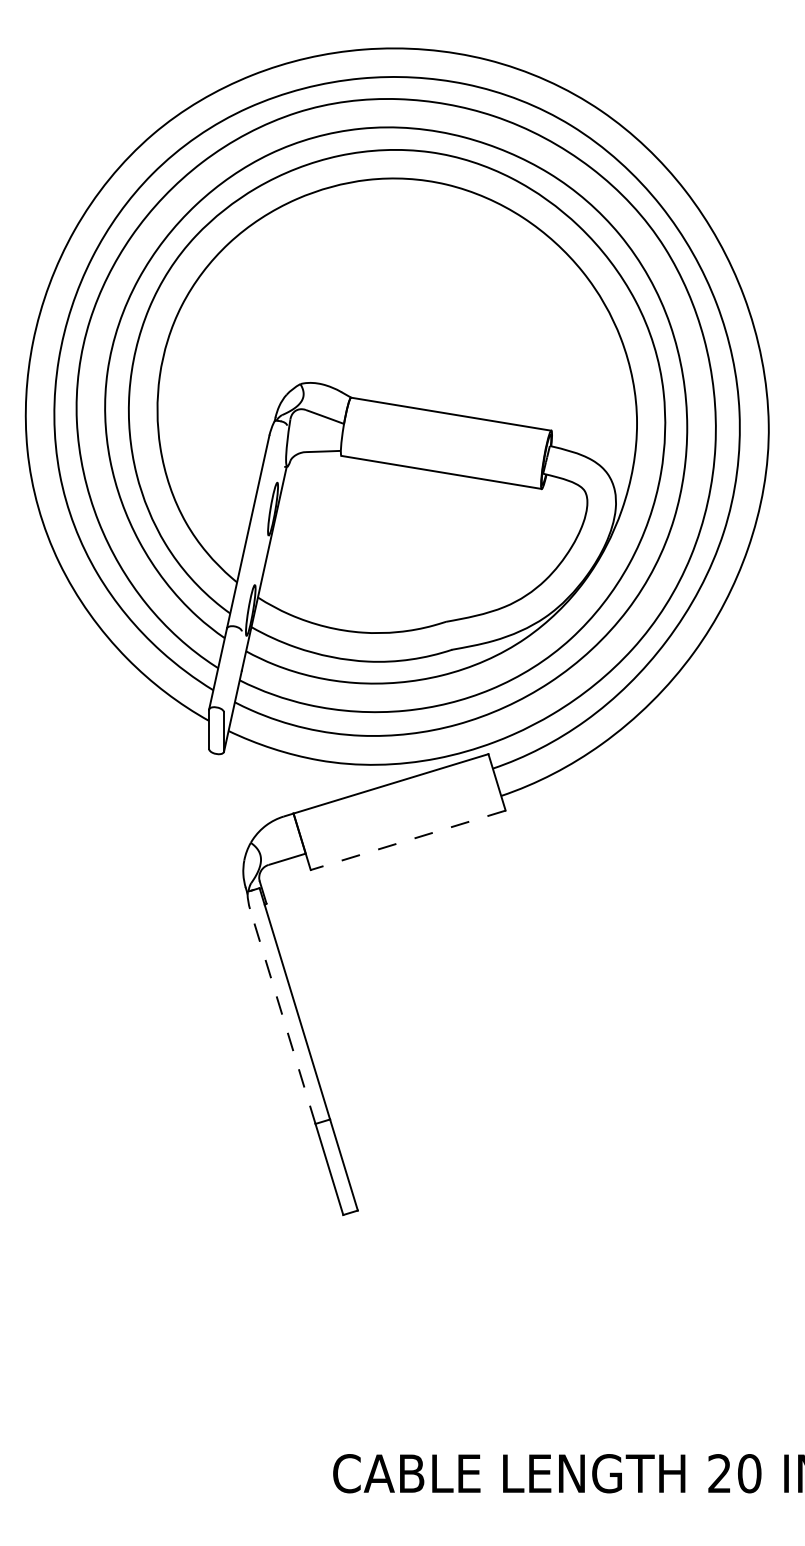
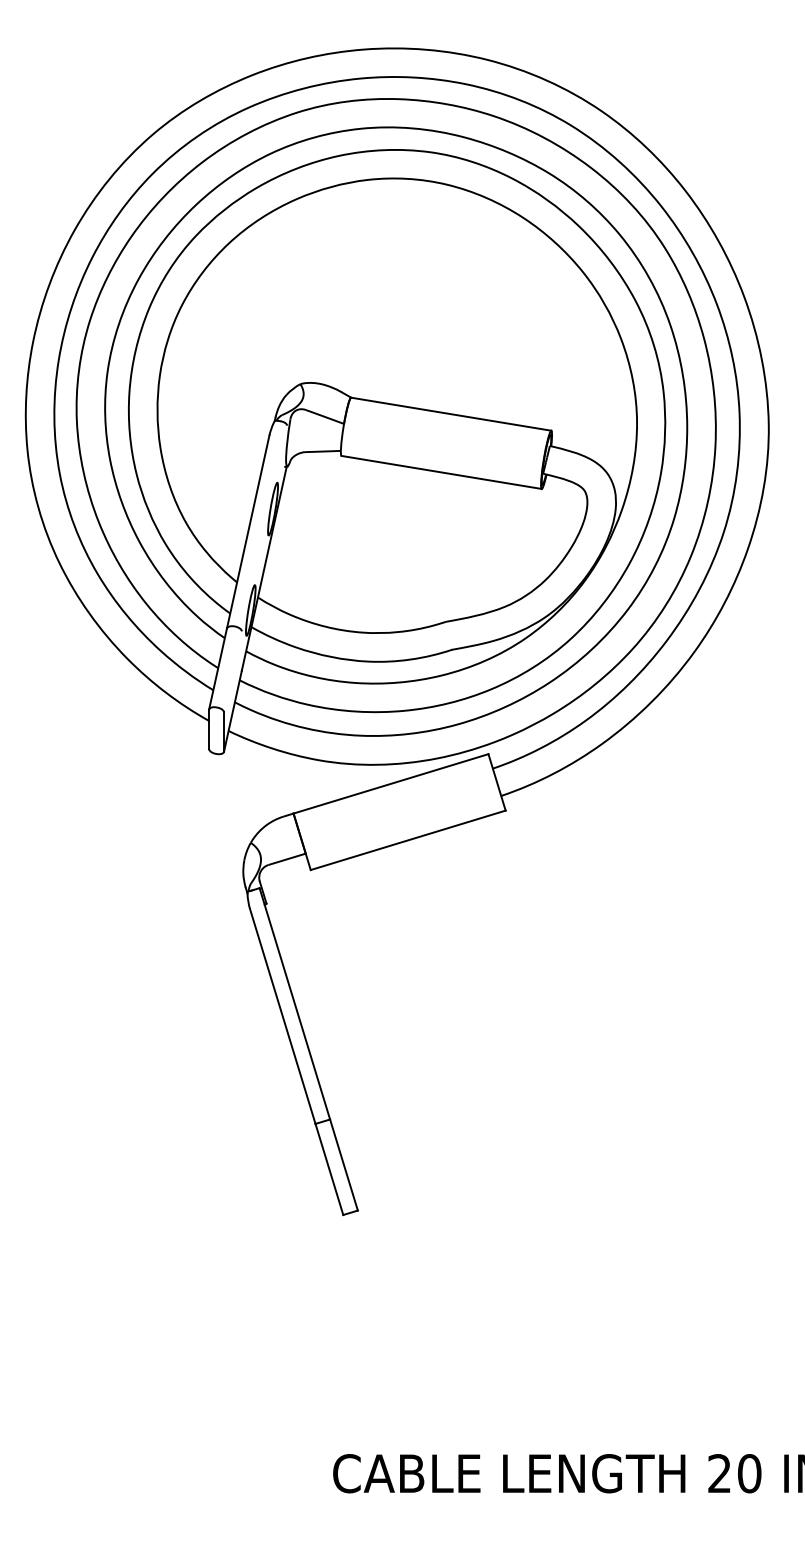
line at (408, 840): dashed -> solid
line at (282, 1015): dashed -> solid
